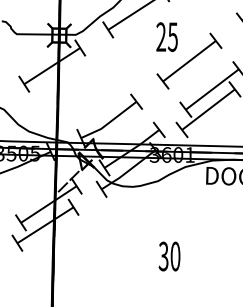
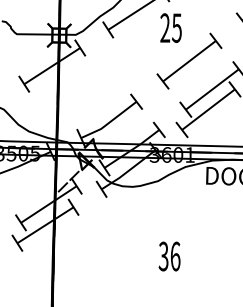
text at (166, 36) position: (166, 36) -> (170, 27)
text at (175, 256): 30 -> 36
